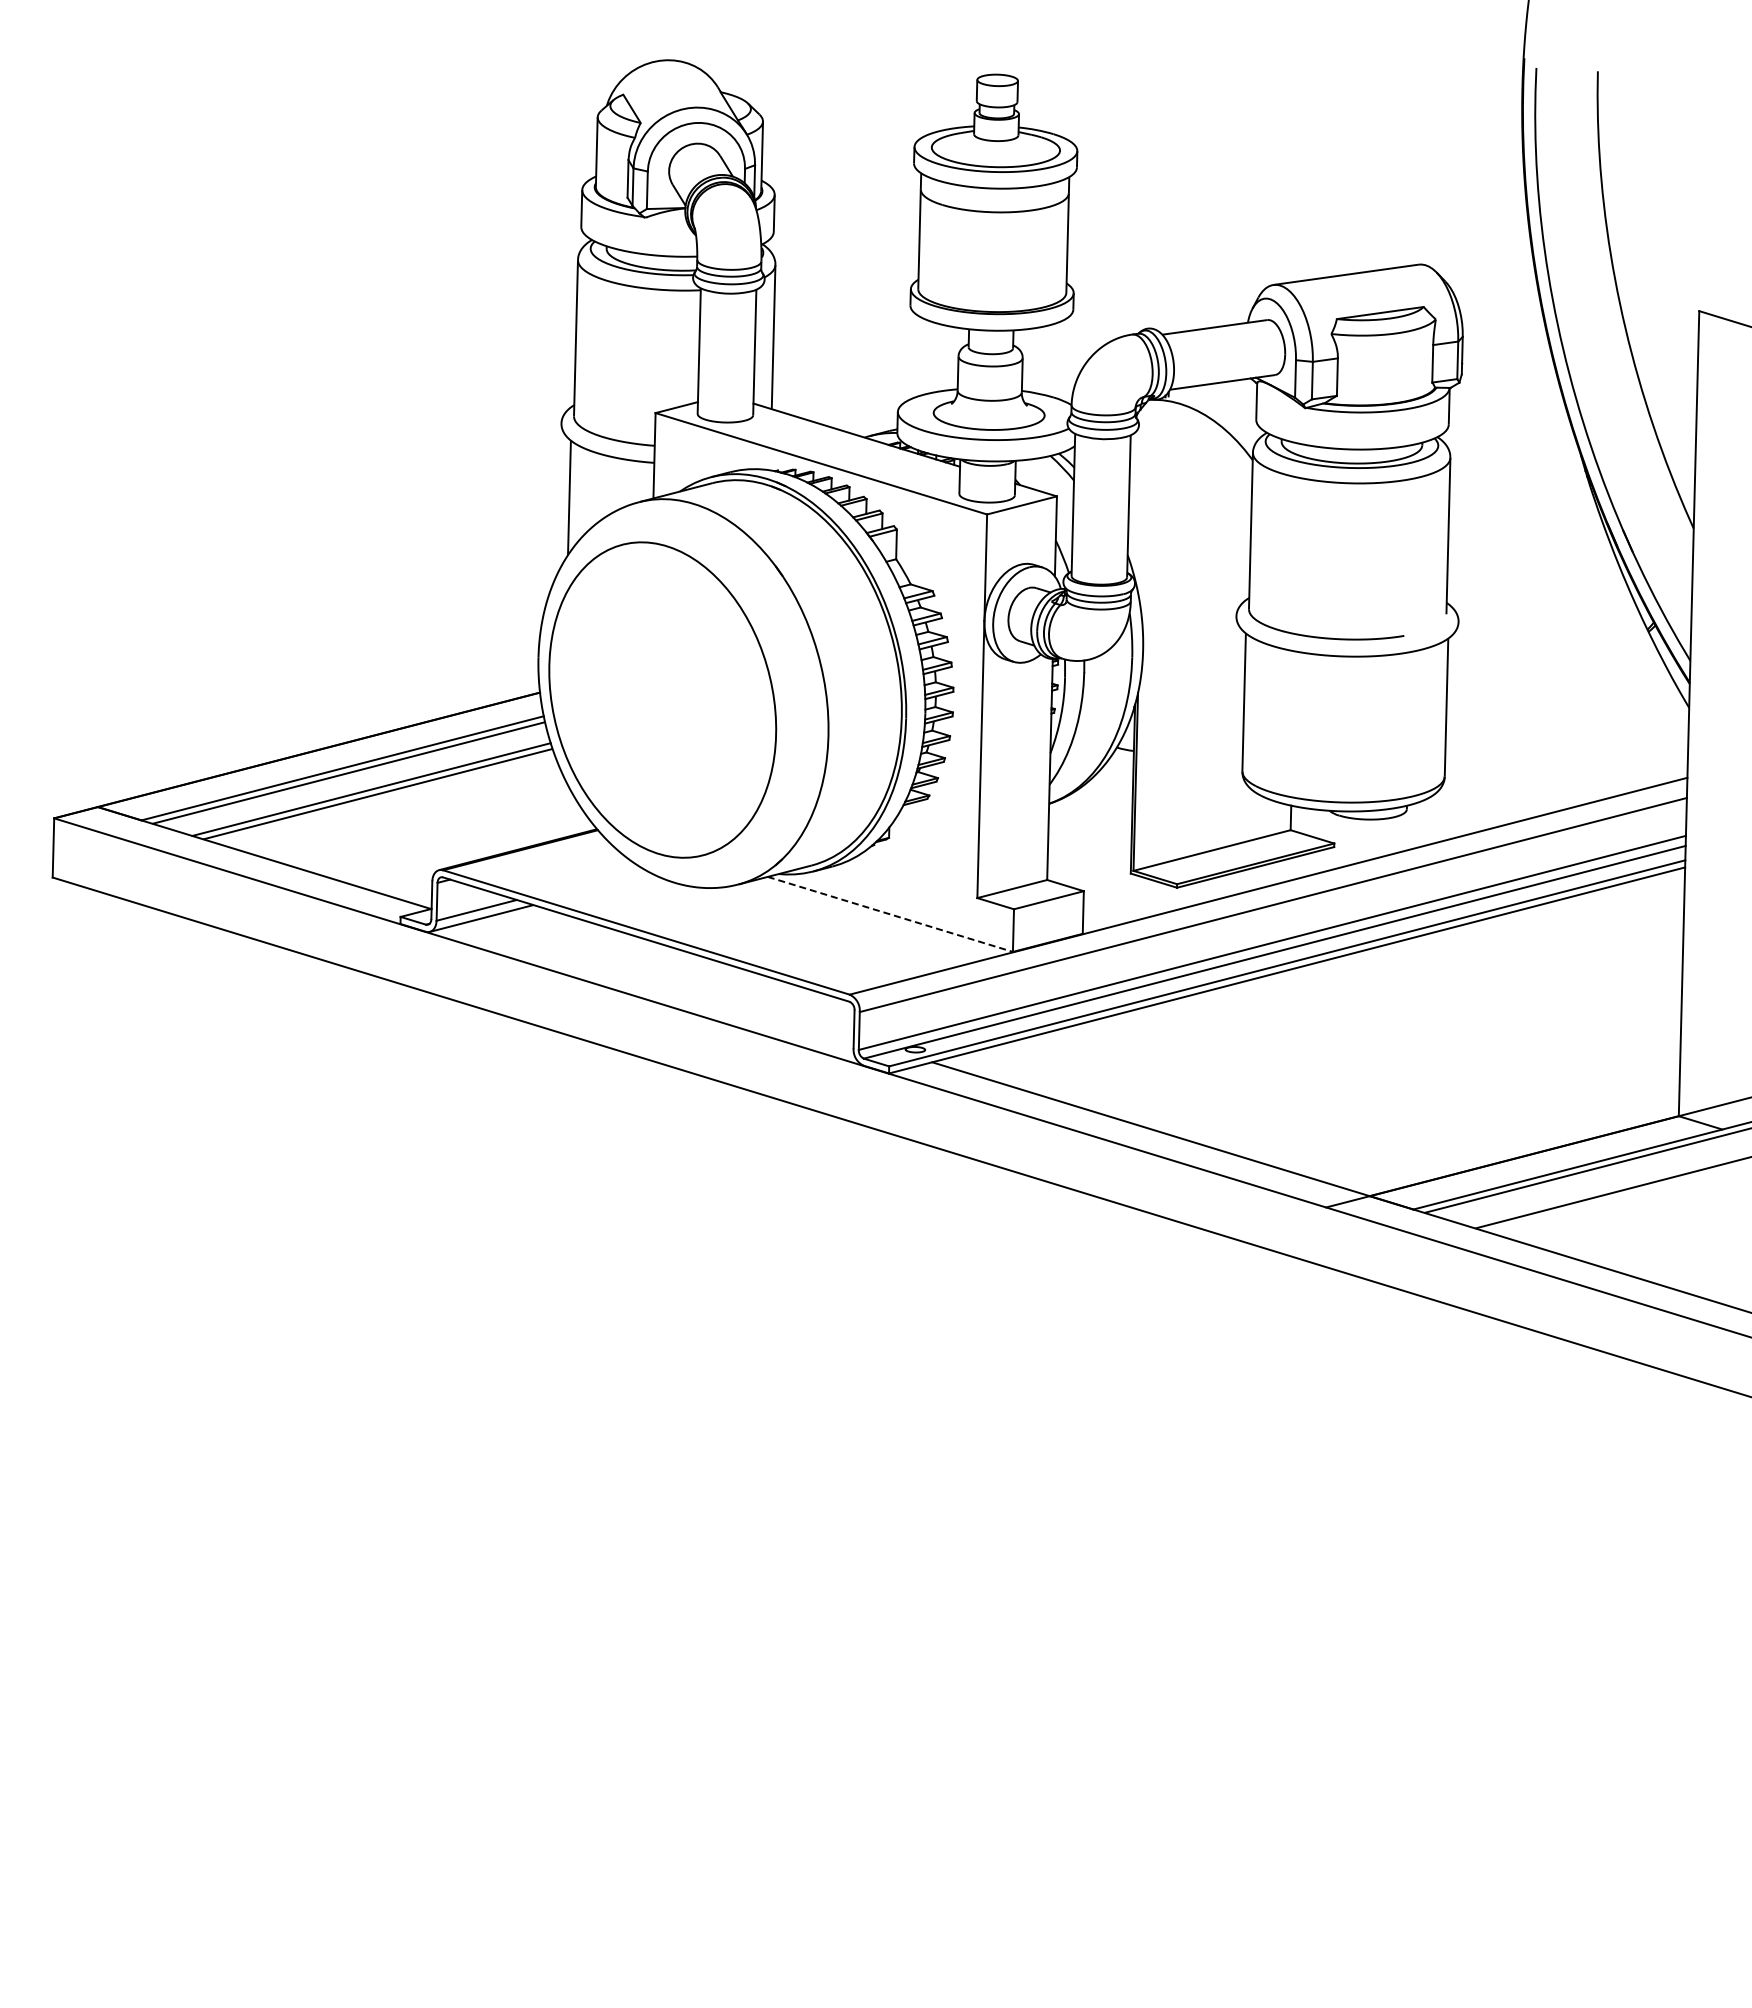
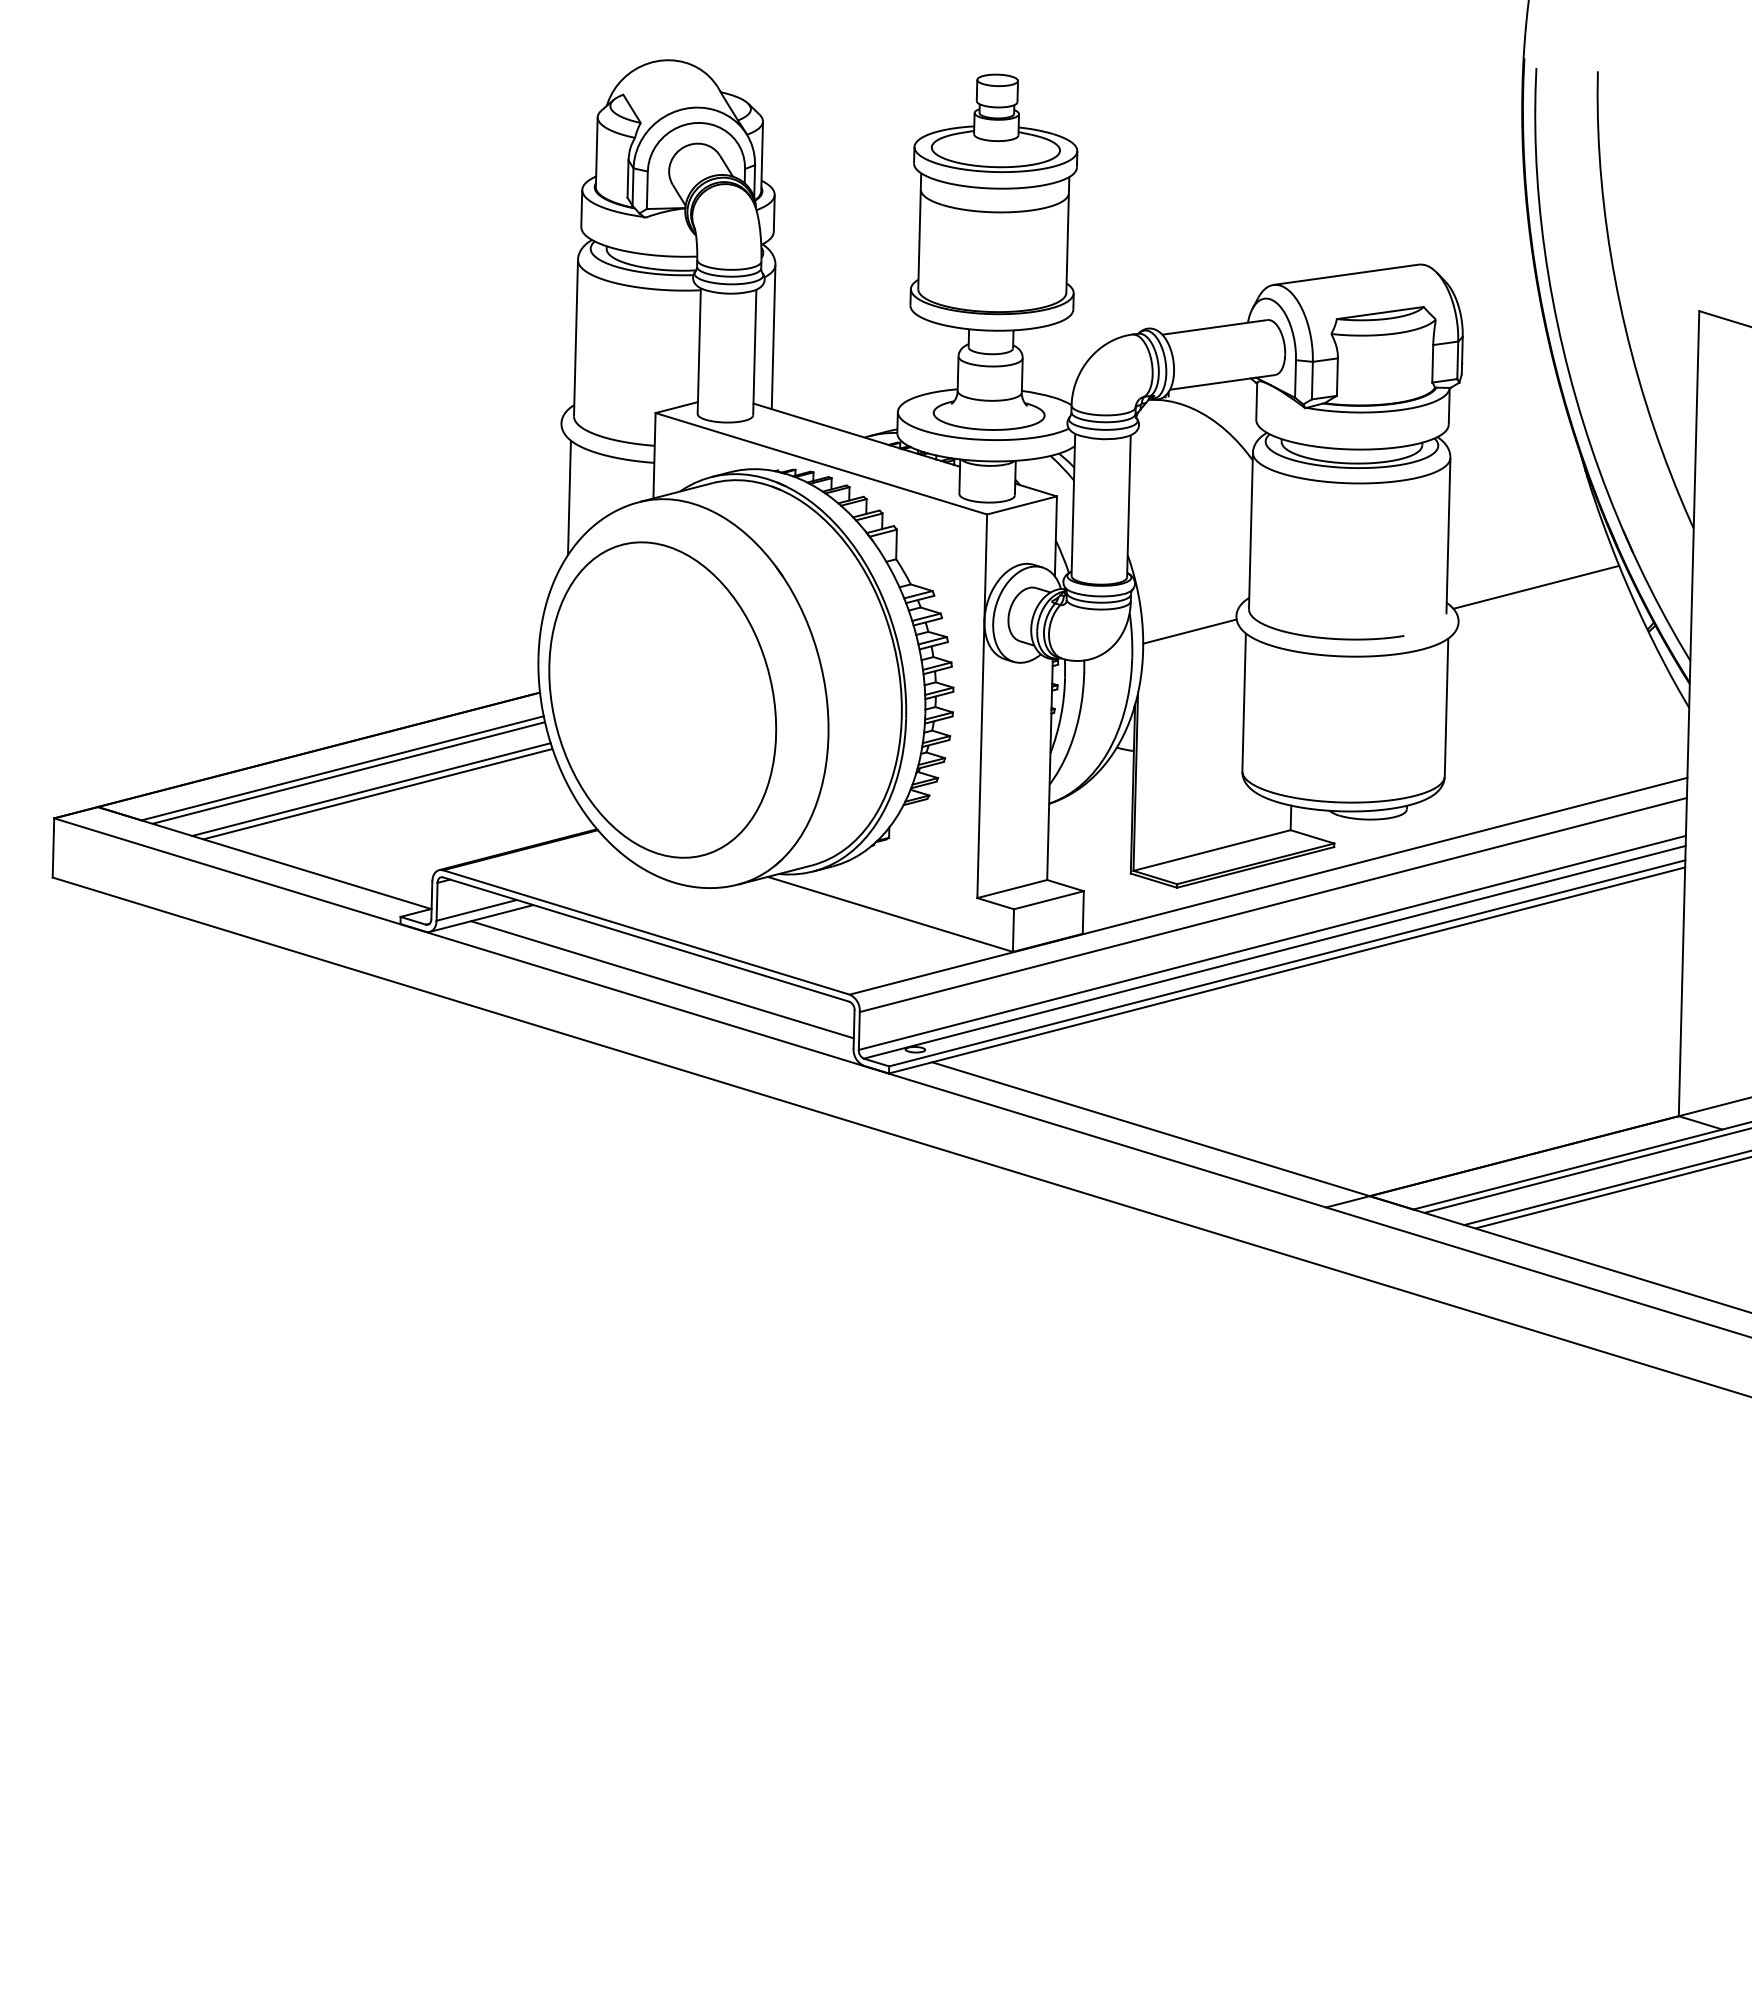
line at (1536, 586): none -> present
line at (1189, 631): none -> present
line at (890, 914): dashed -> solid
line at (662, 979): none -> present
line at (1606, 1188): none -> present
